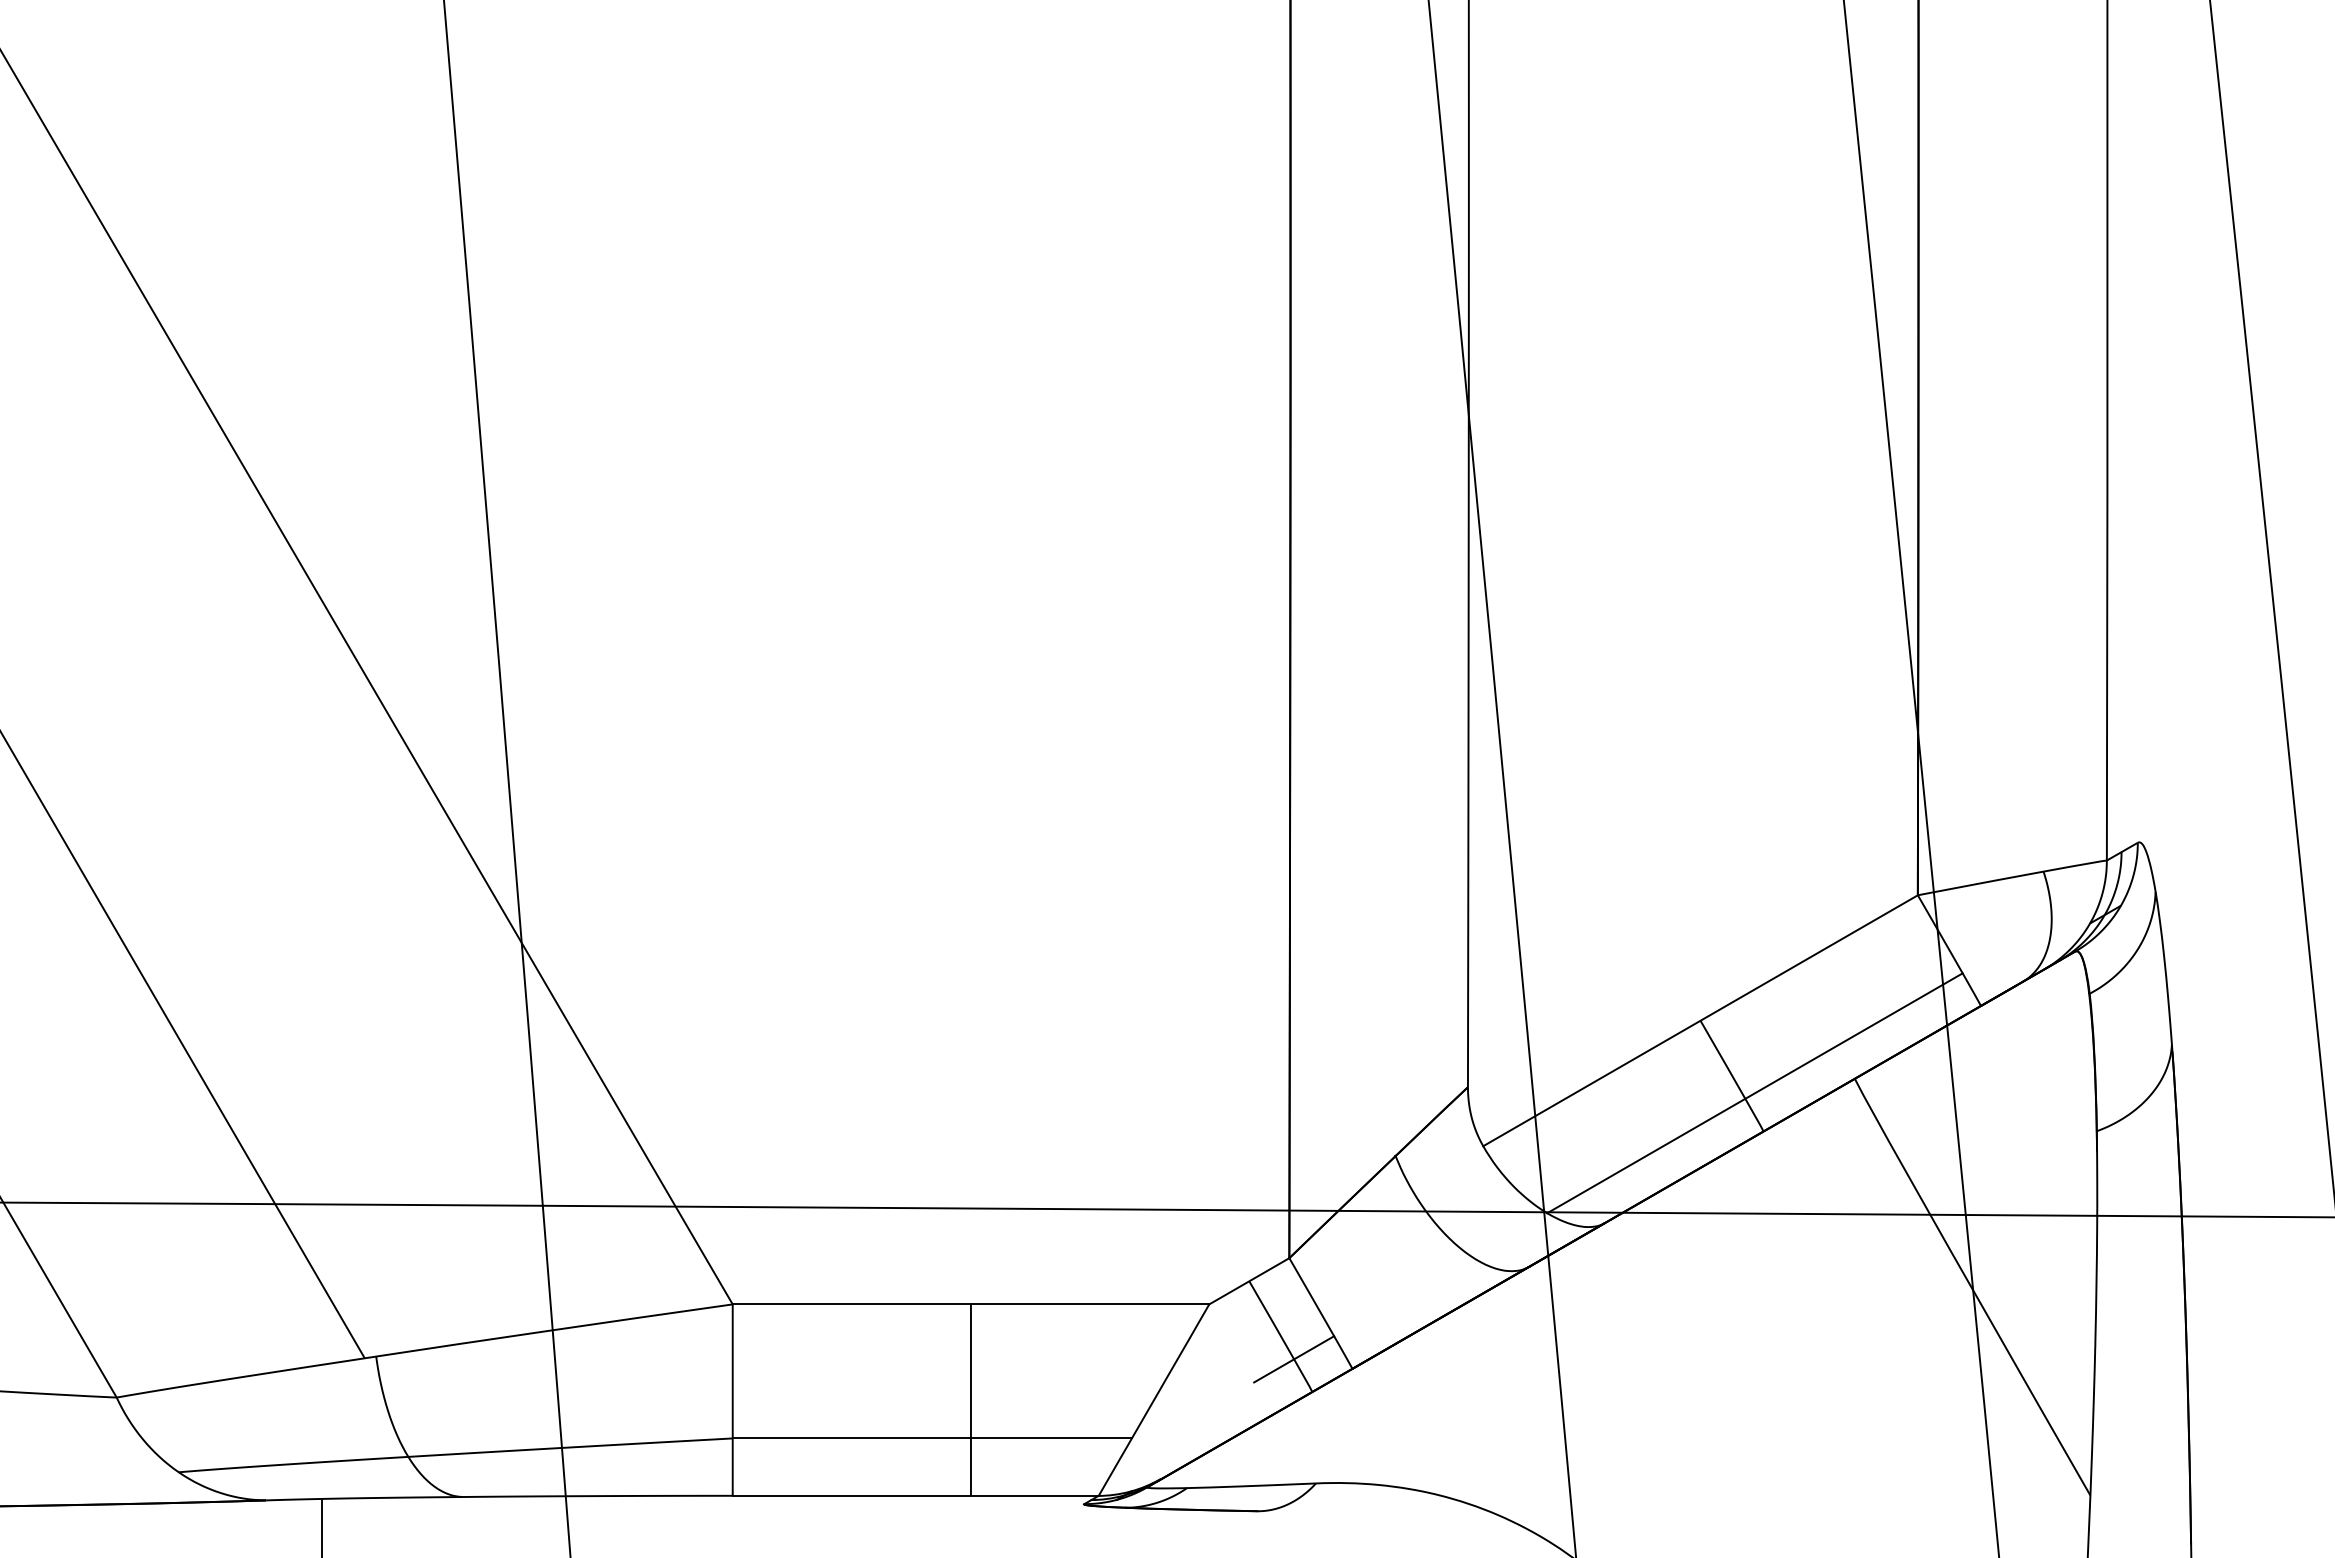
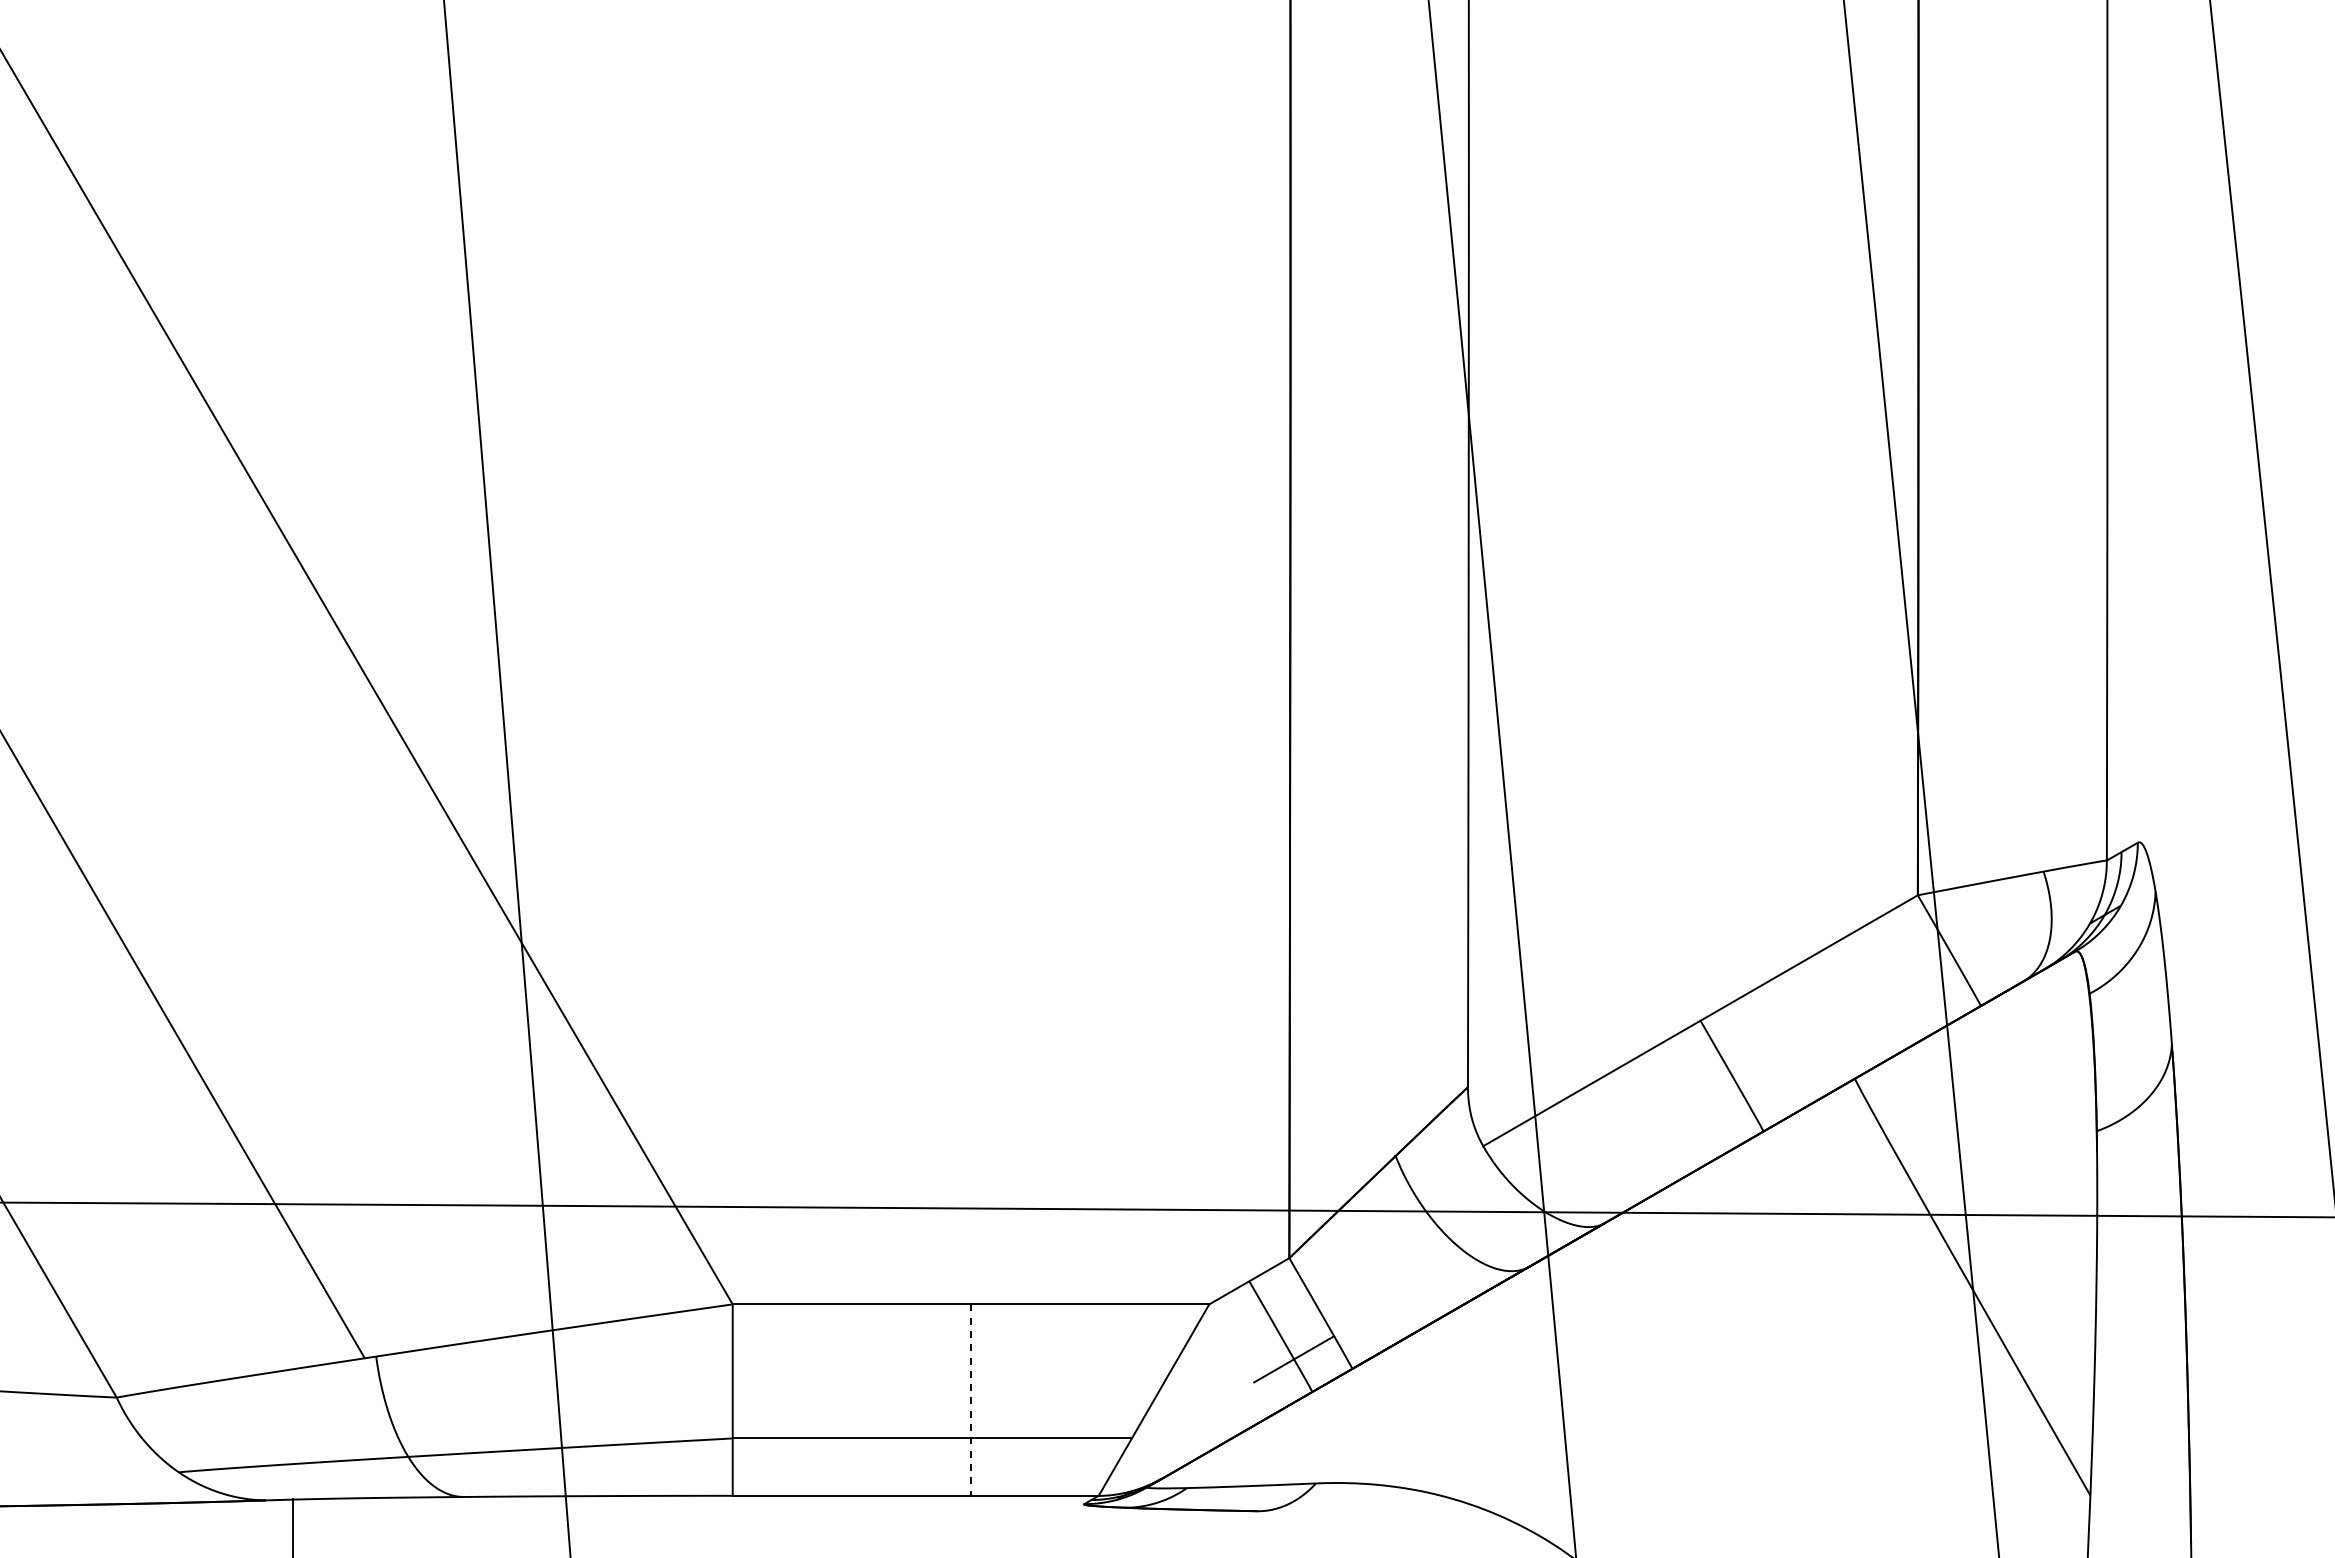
line at (1754, 1093): present -> none
arc at (970, 1405): solid -> dashed
line at (321, 1526) position: (321, 1526) -> (292, 1526)
